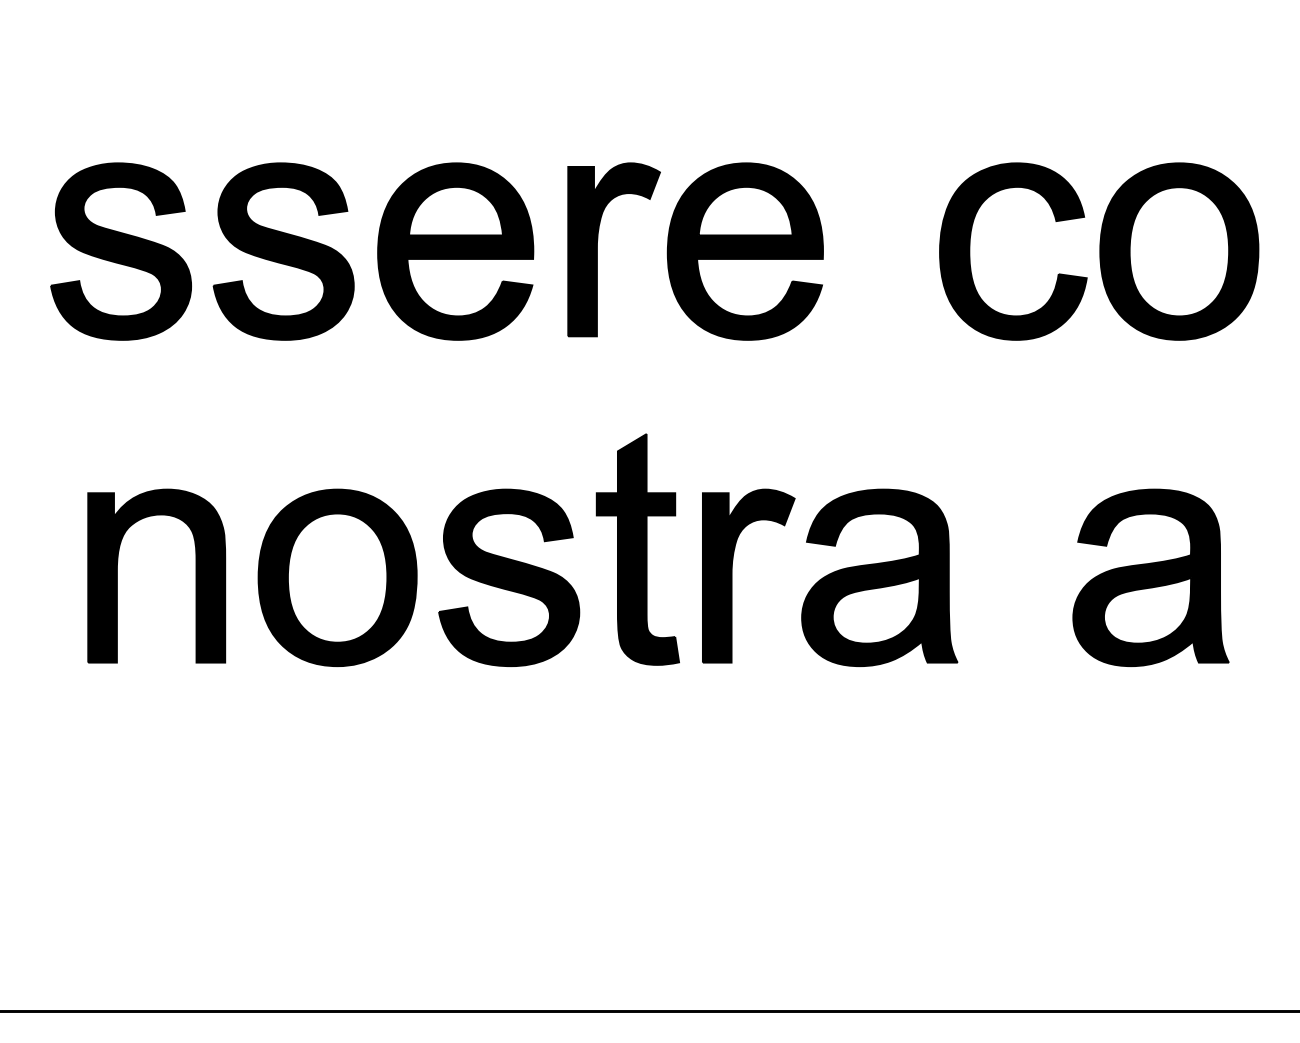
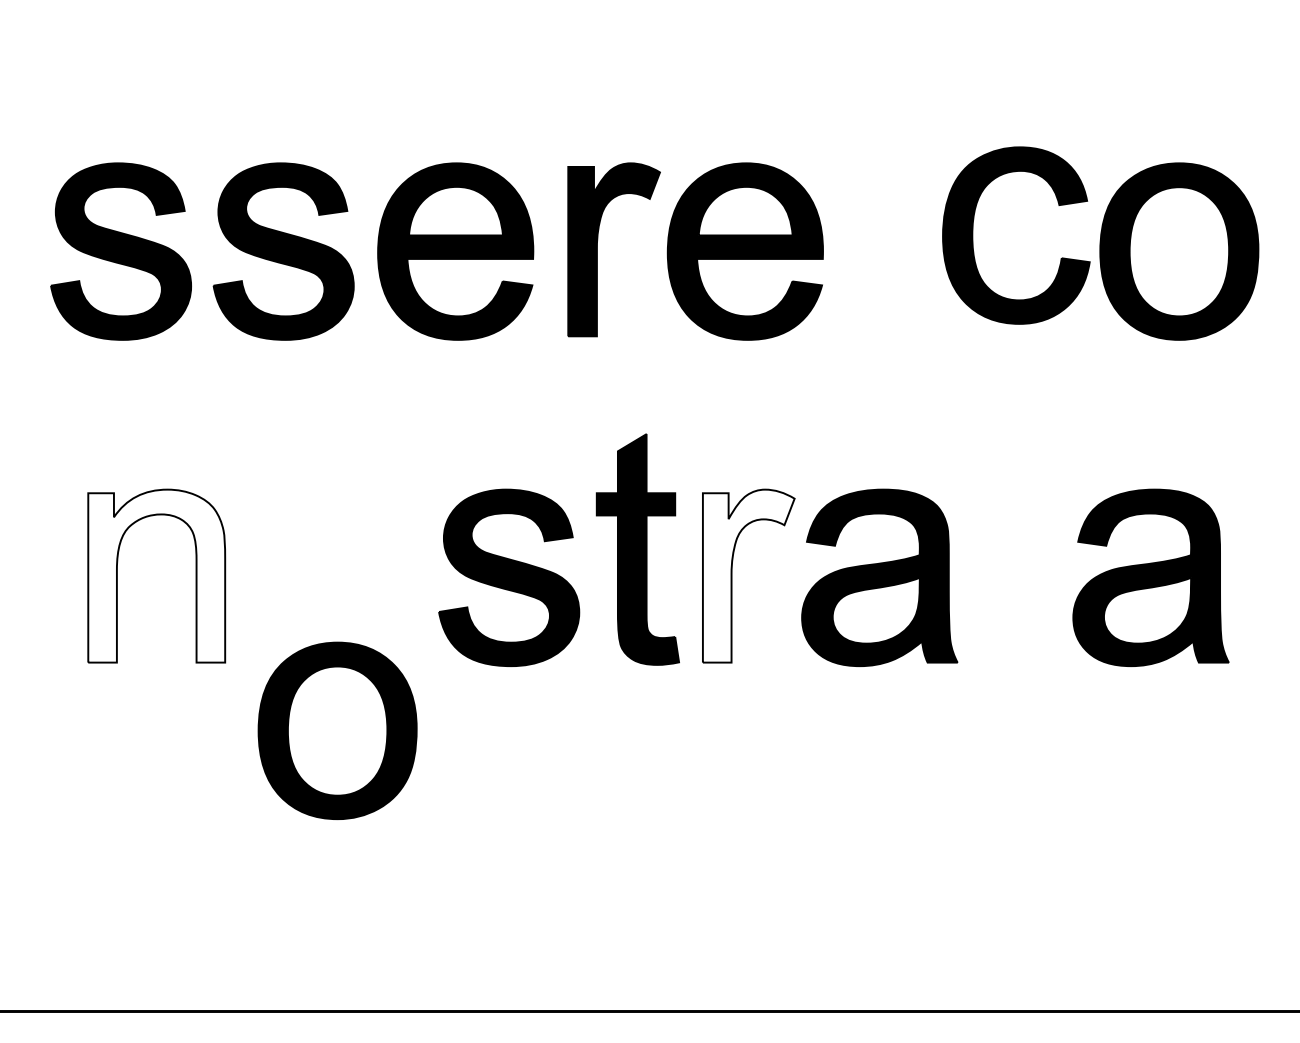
part at (970, 251) position: (970, 251) -> (973, 235)
fill at (156, 575): present -> none
fill at (748, 575): present -> none
part at (337, 577) position: (337, 577) -> (337, 730)
